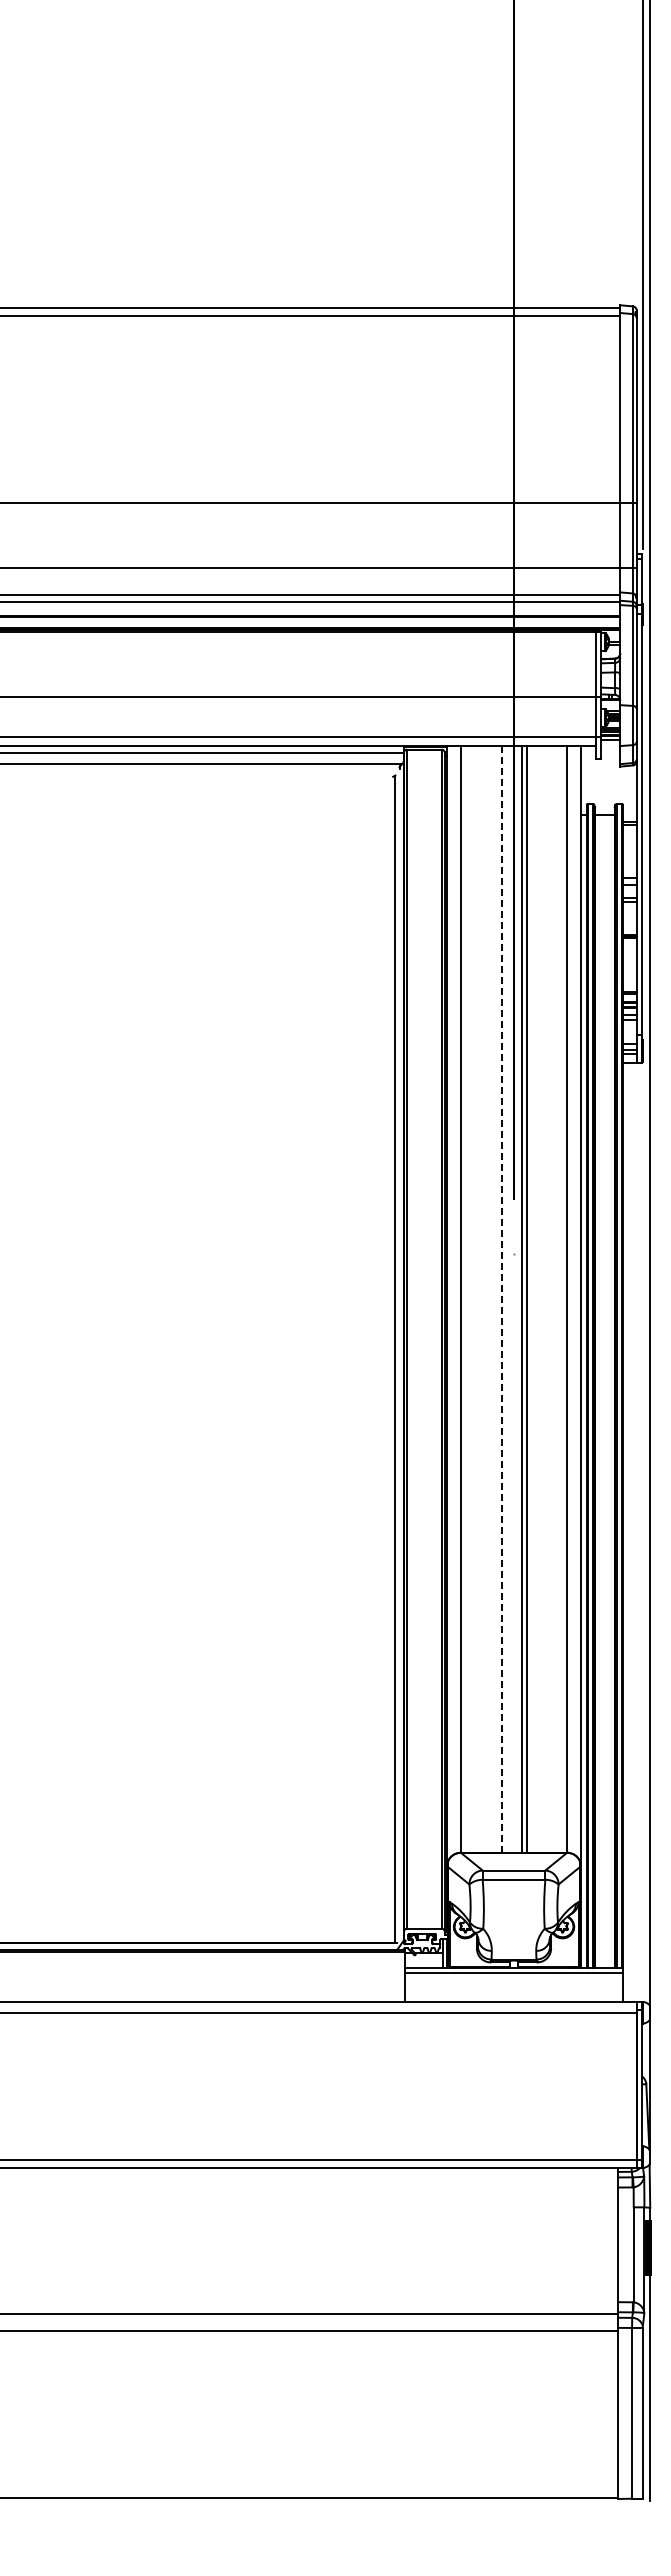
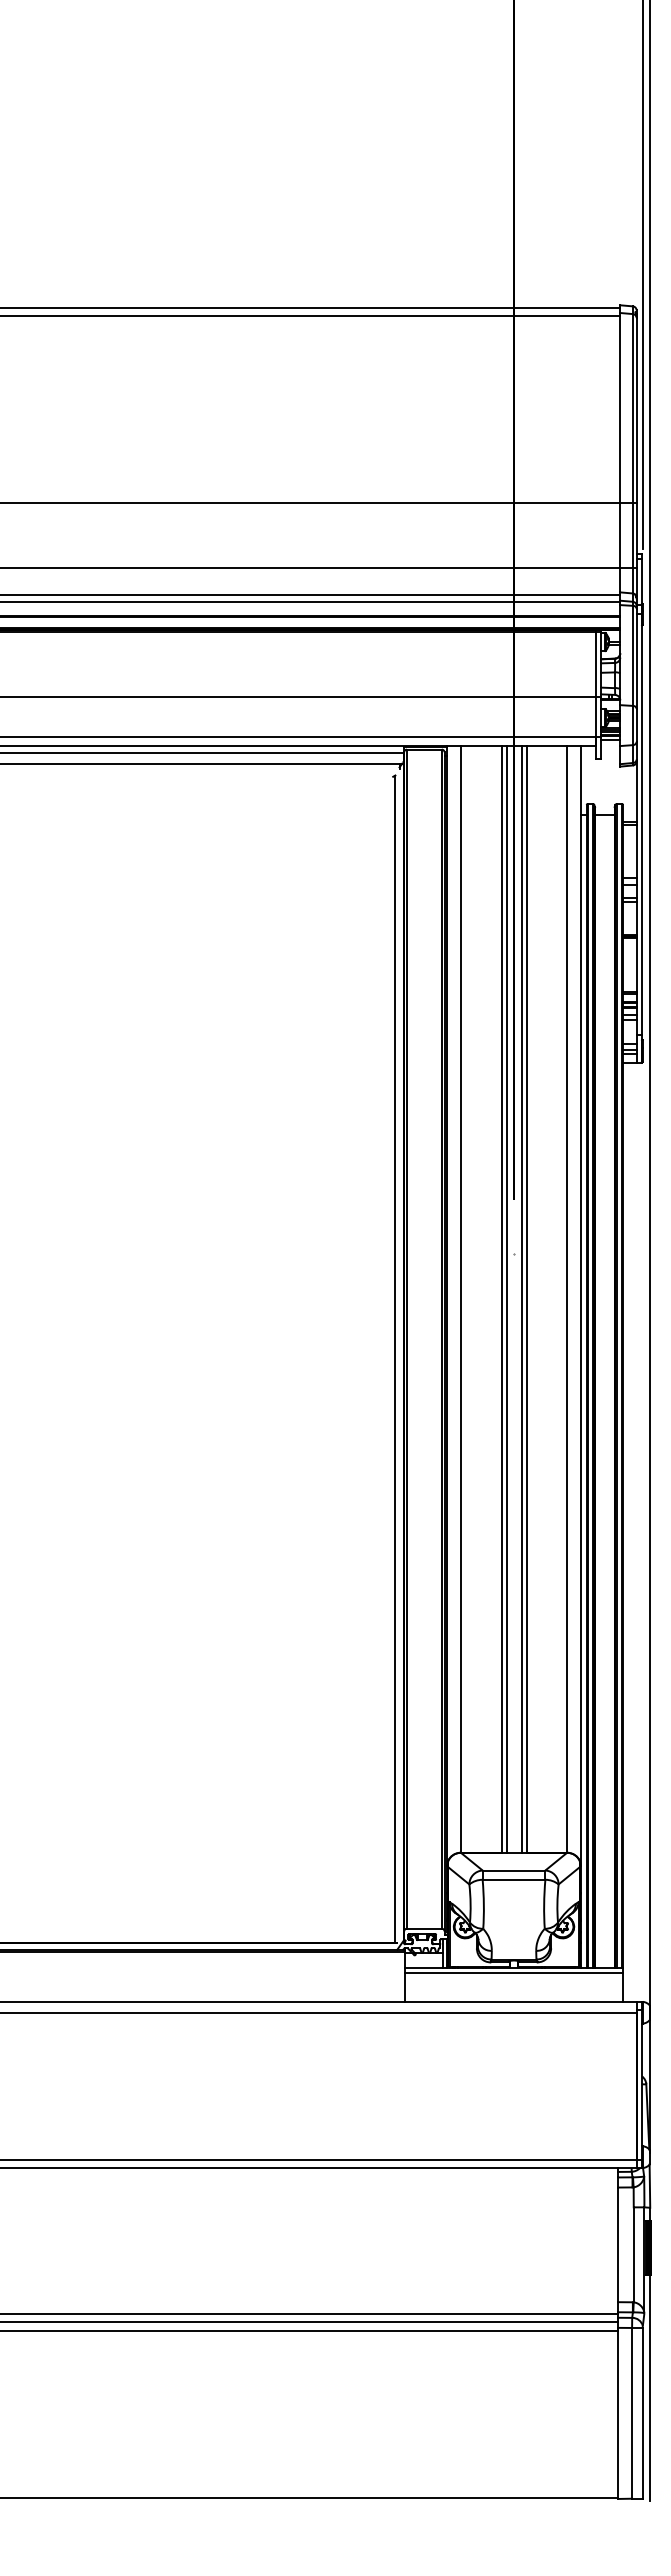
line at (506, 1298): none -> present
line at (501, 1299): dashed -> solid
line at (310, 2322): none -> present
